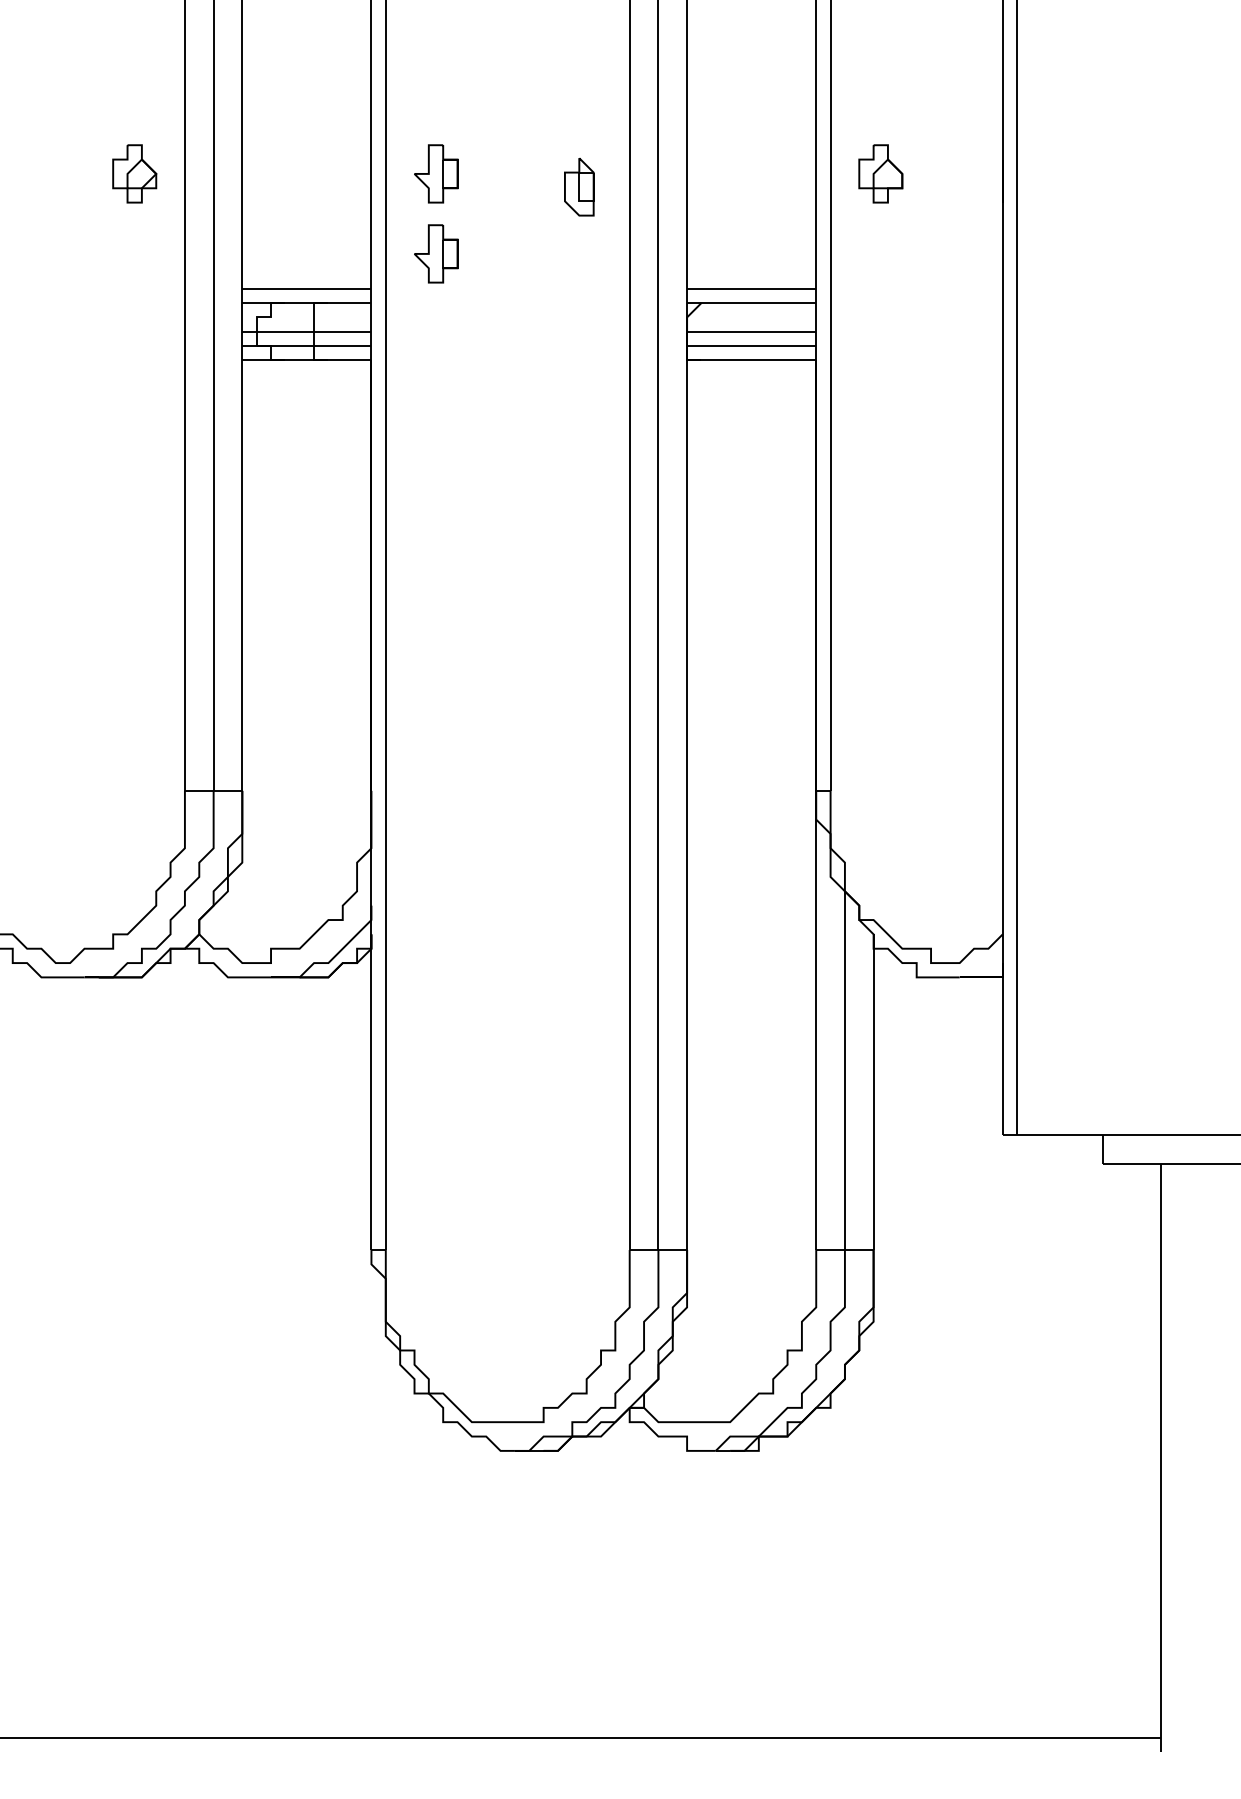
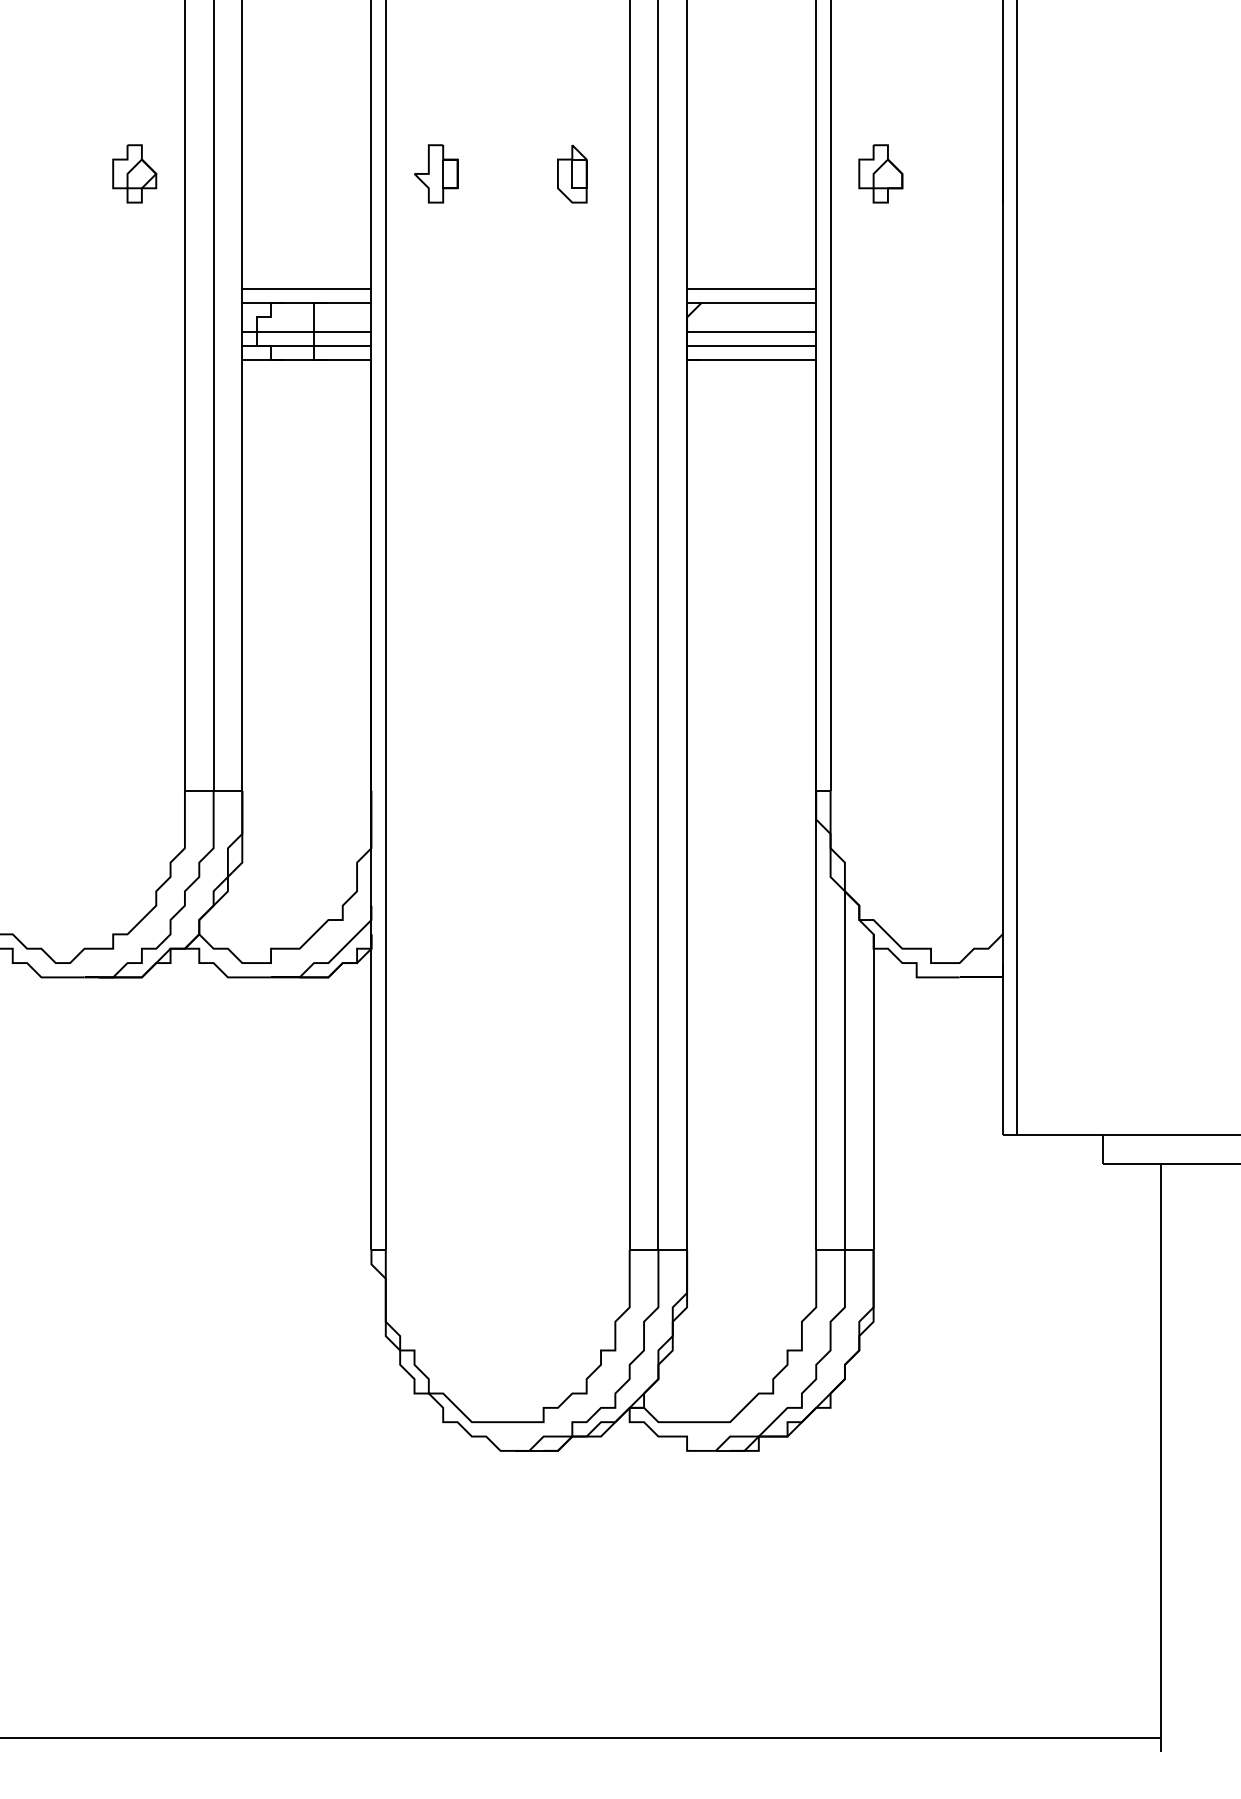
part at (579, 187) position: (579, 187) -> (572, 174)
part at (436, 253): present -> none
